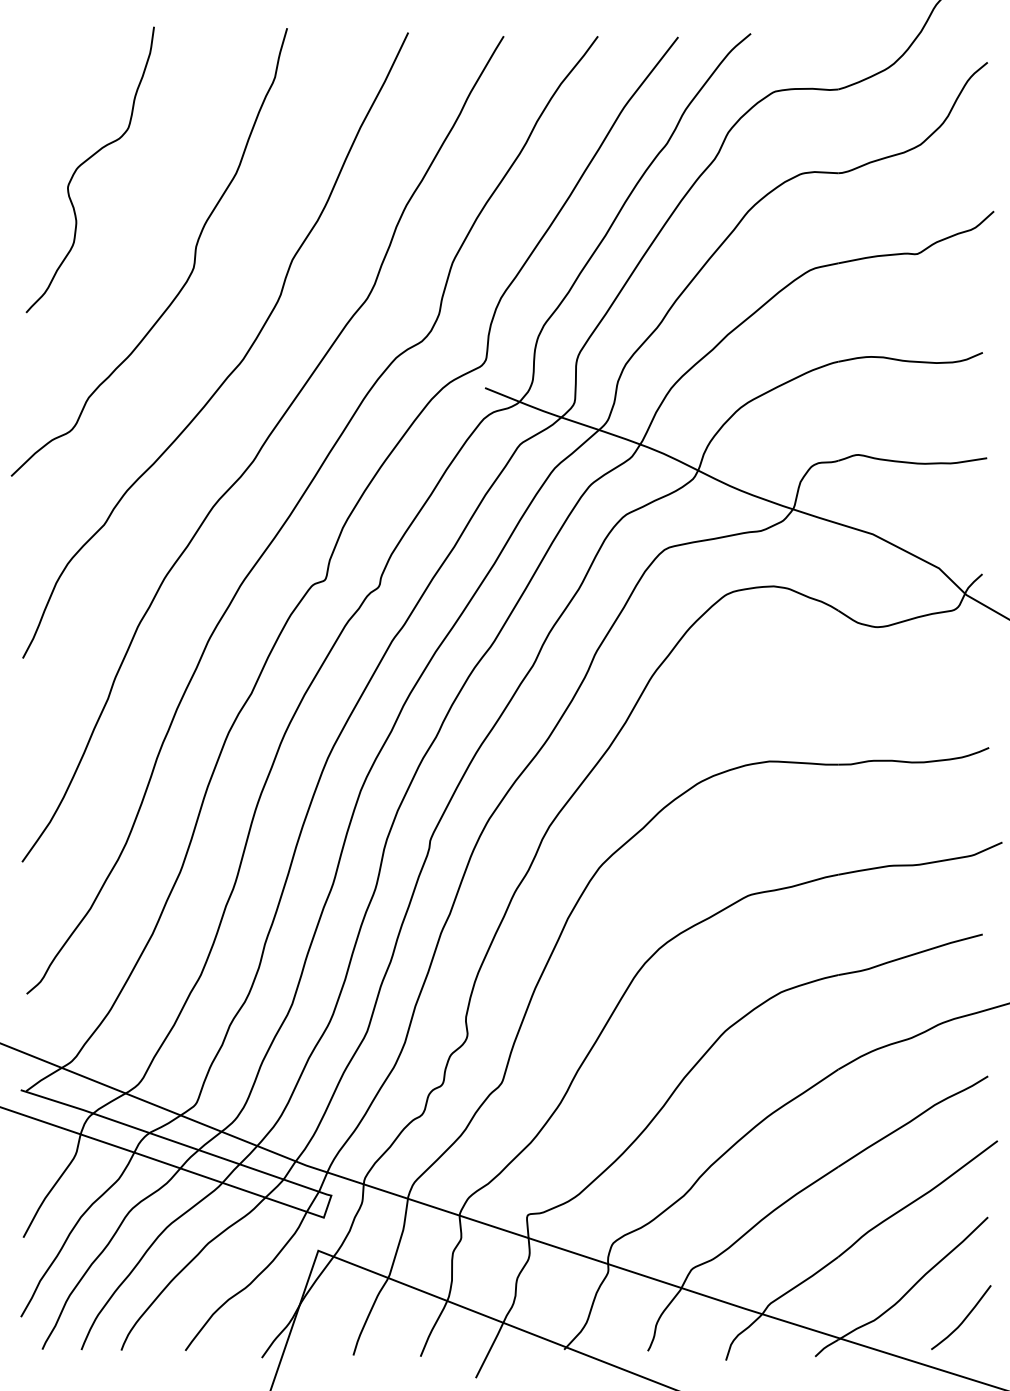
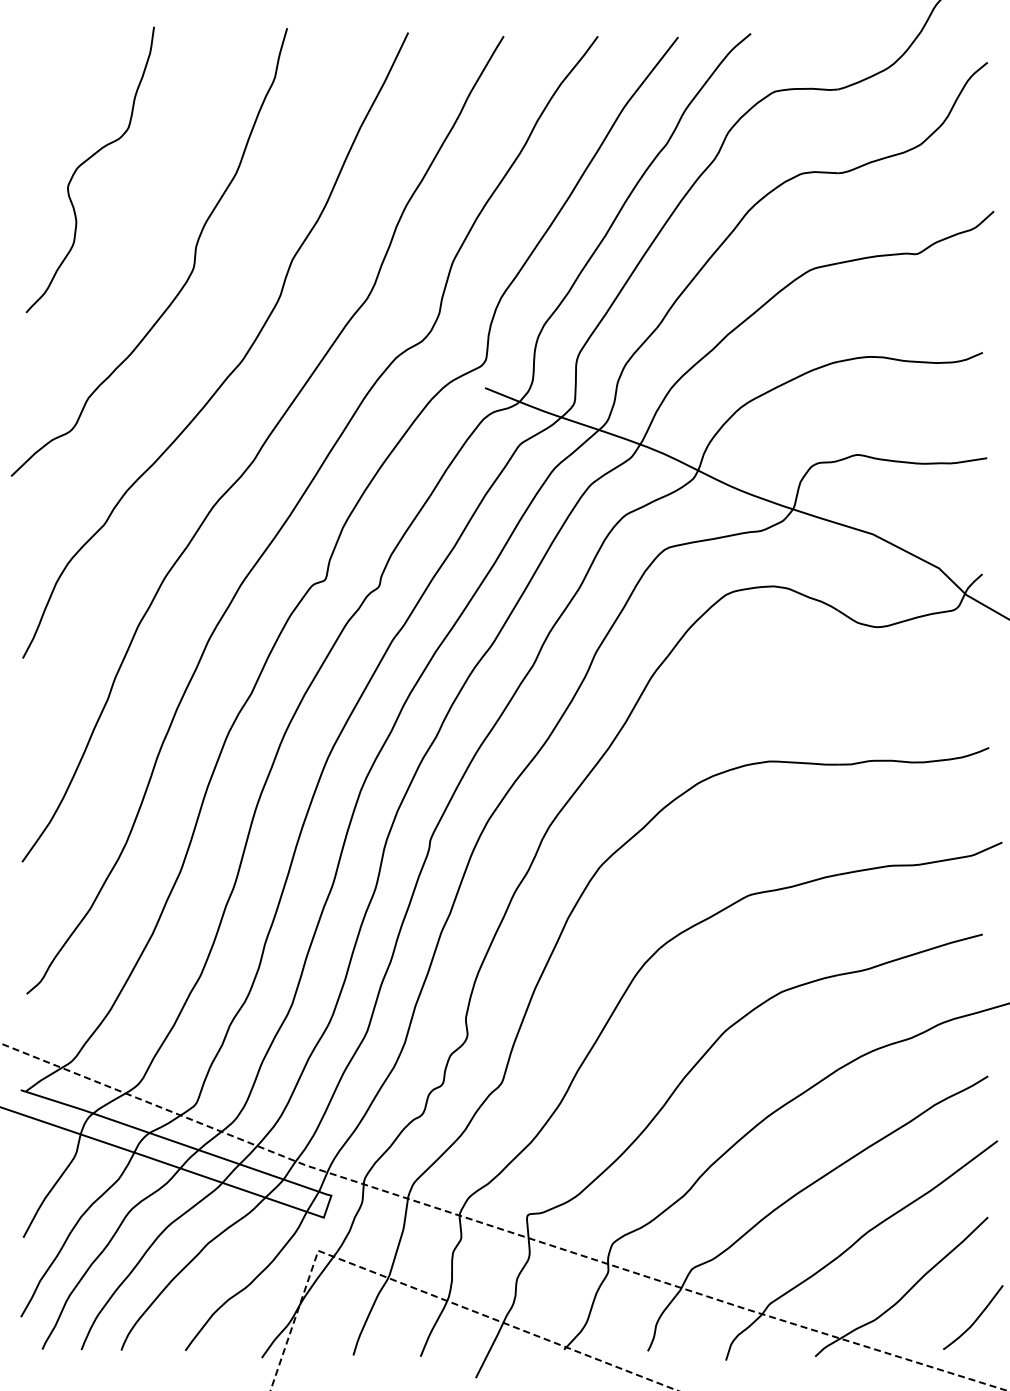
line at (499, 1228): solid -> dashed
line at (429, 1293): solid -> dashed
curve at (963, 1319) position: (963, 1319) -> (975, 1319)
